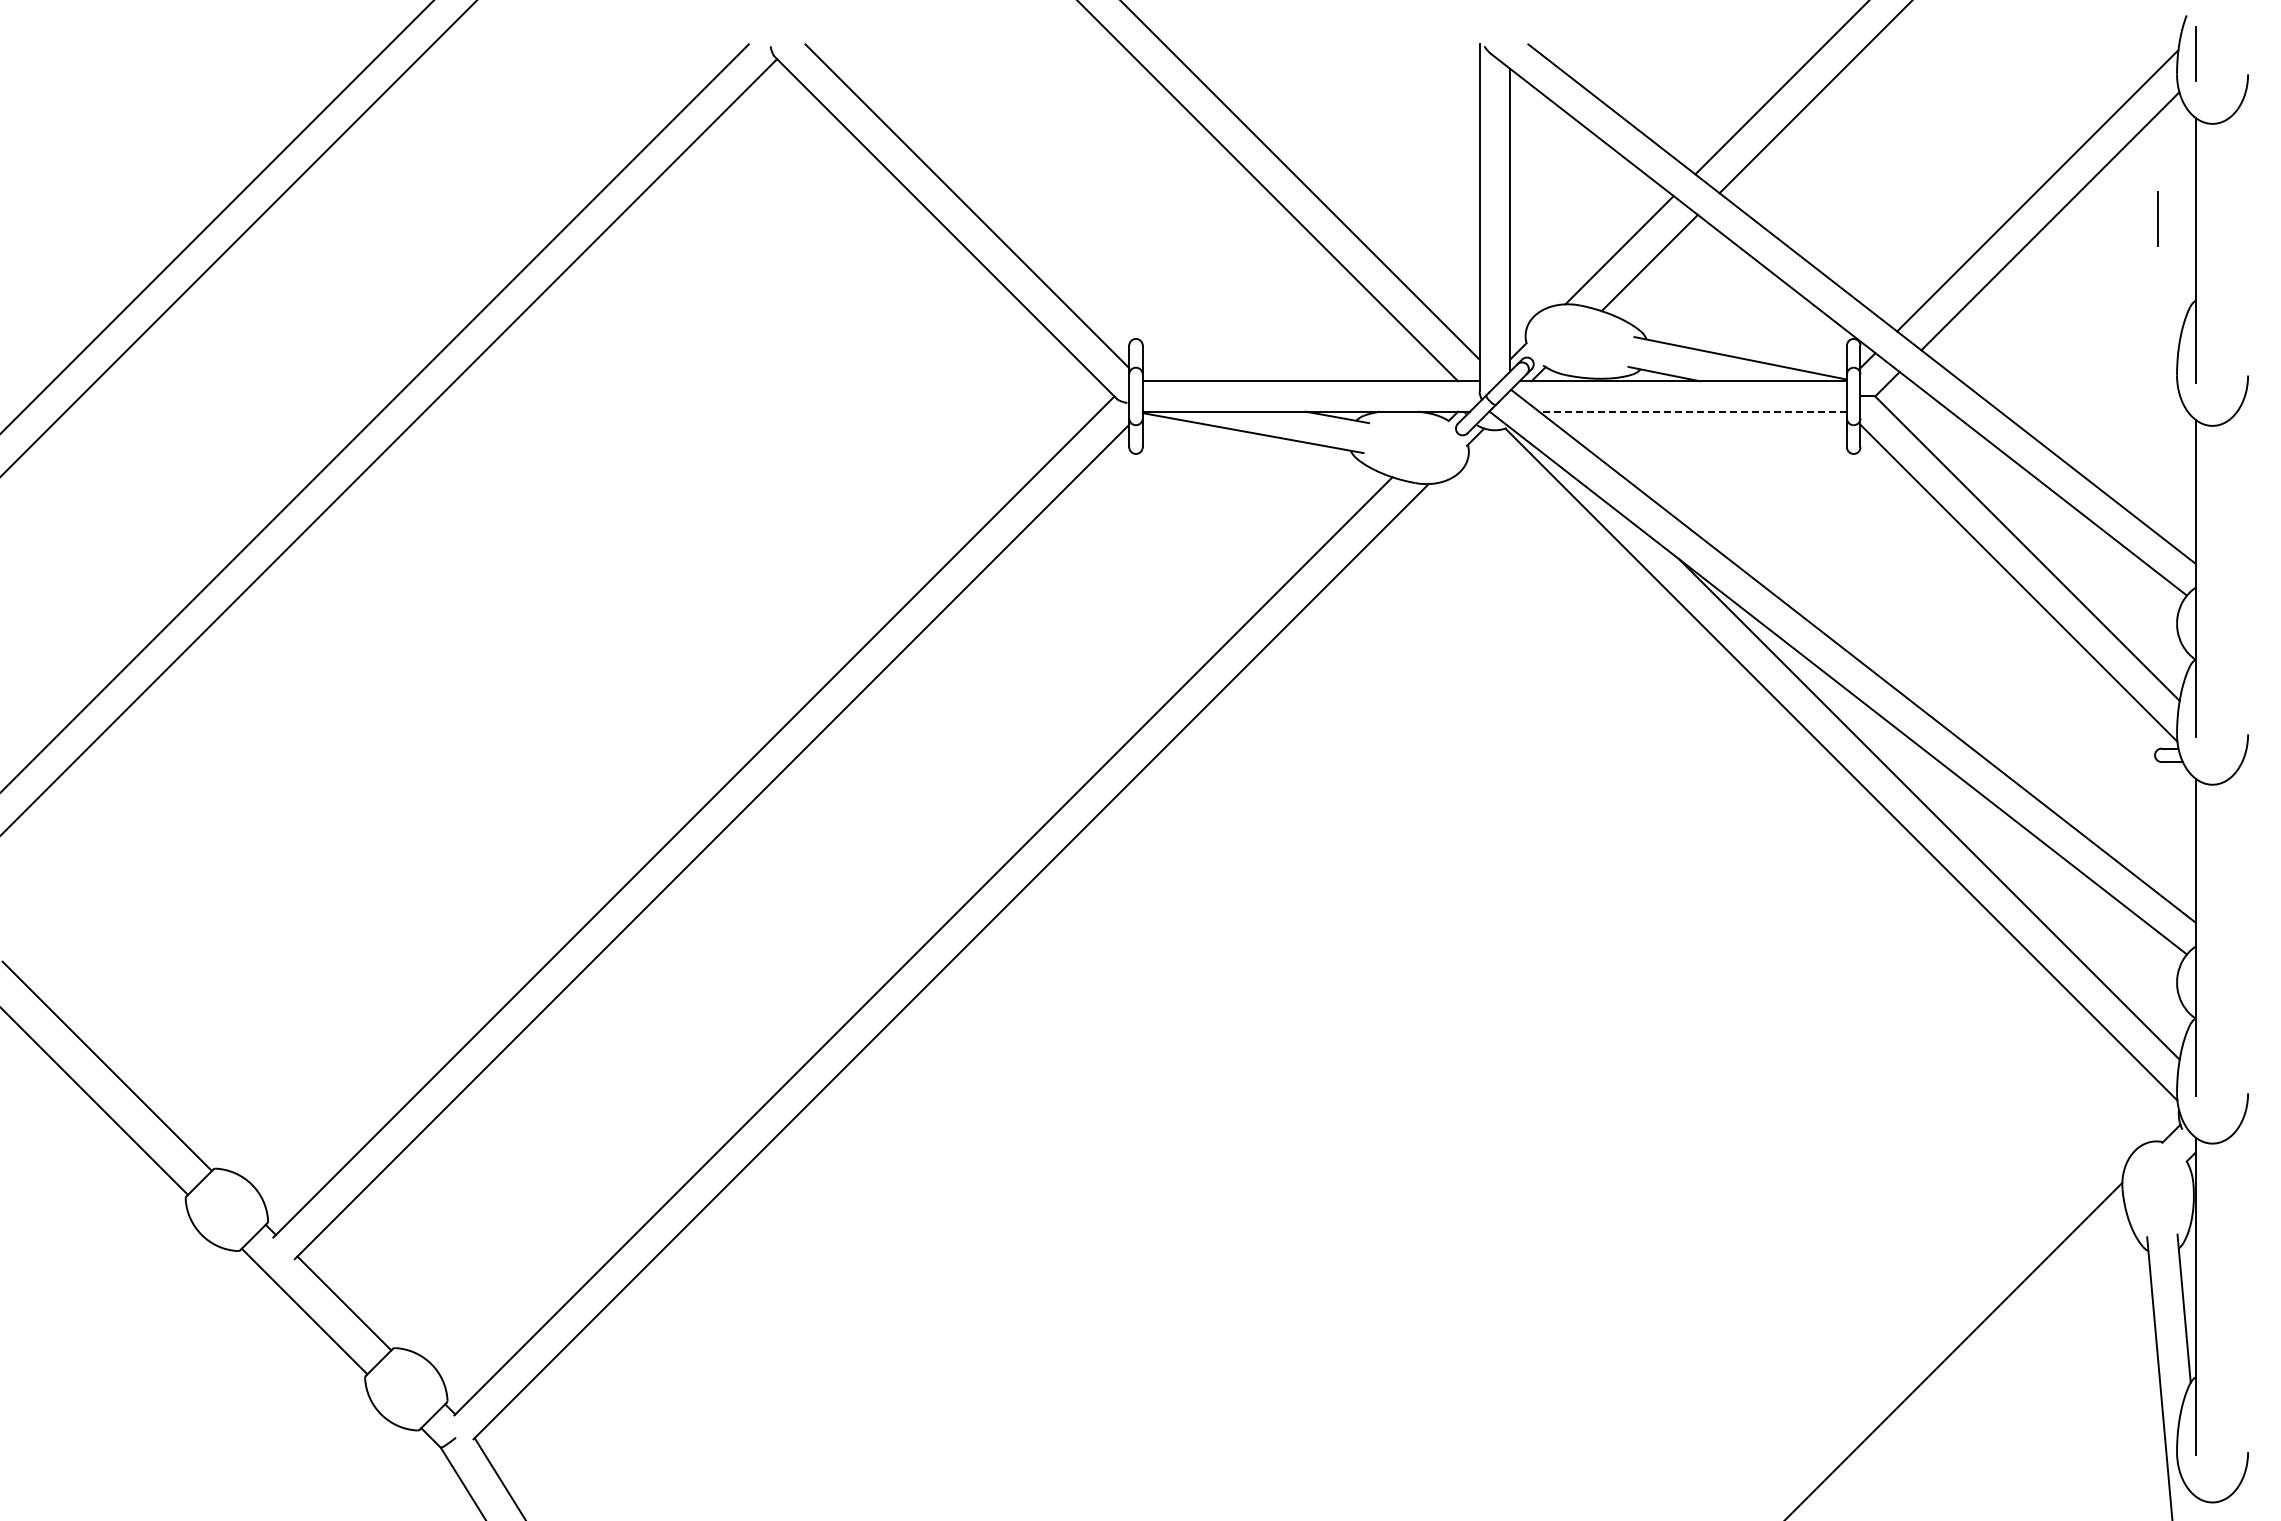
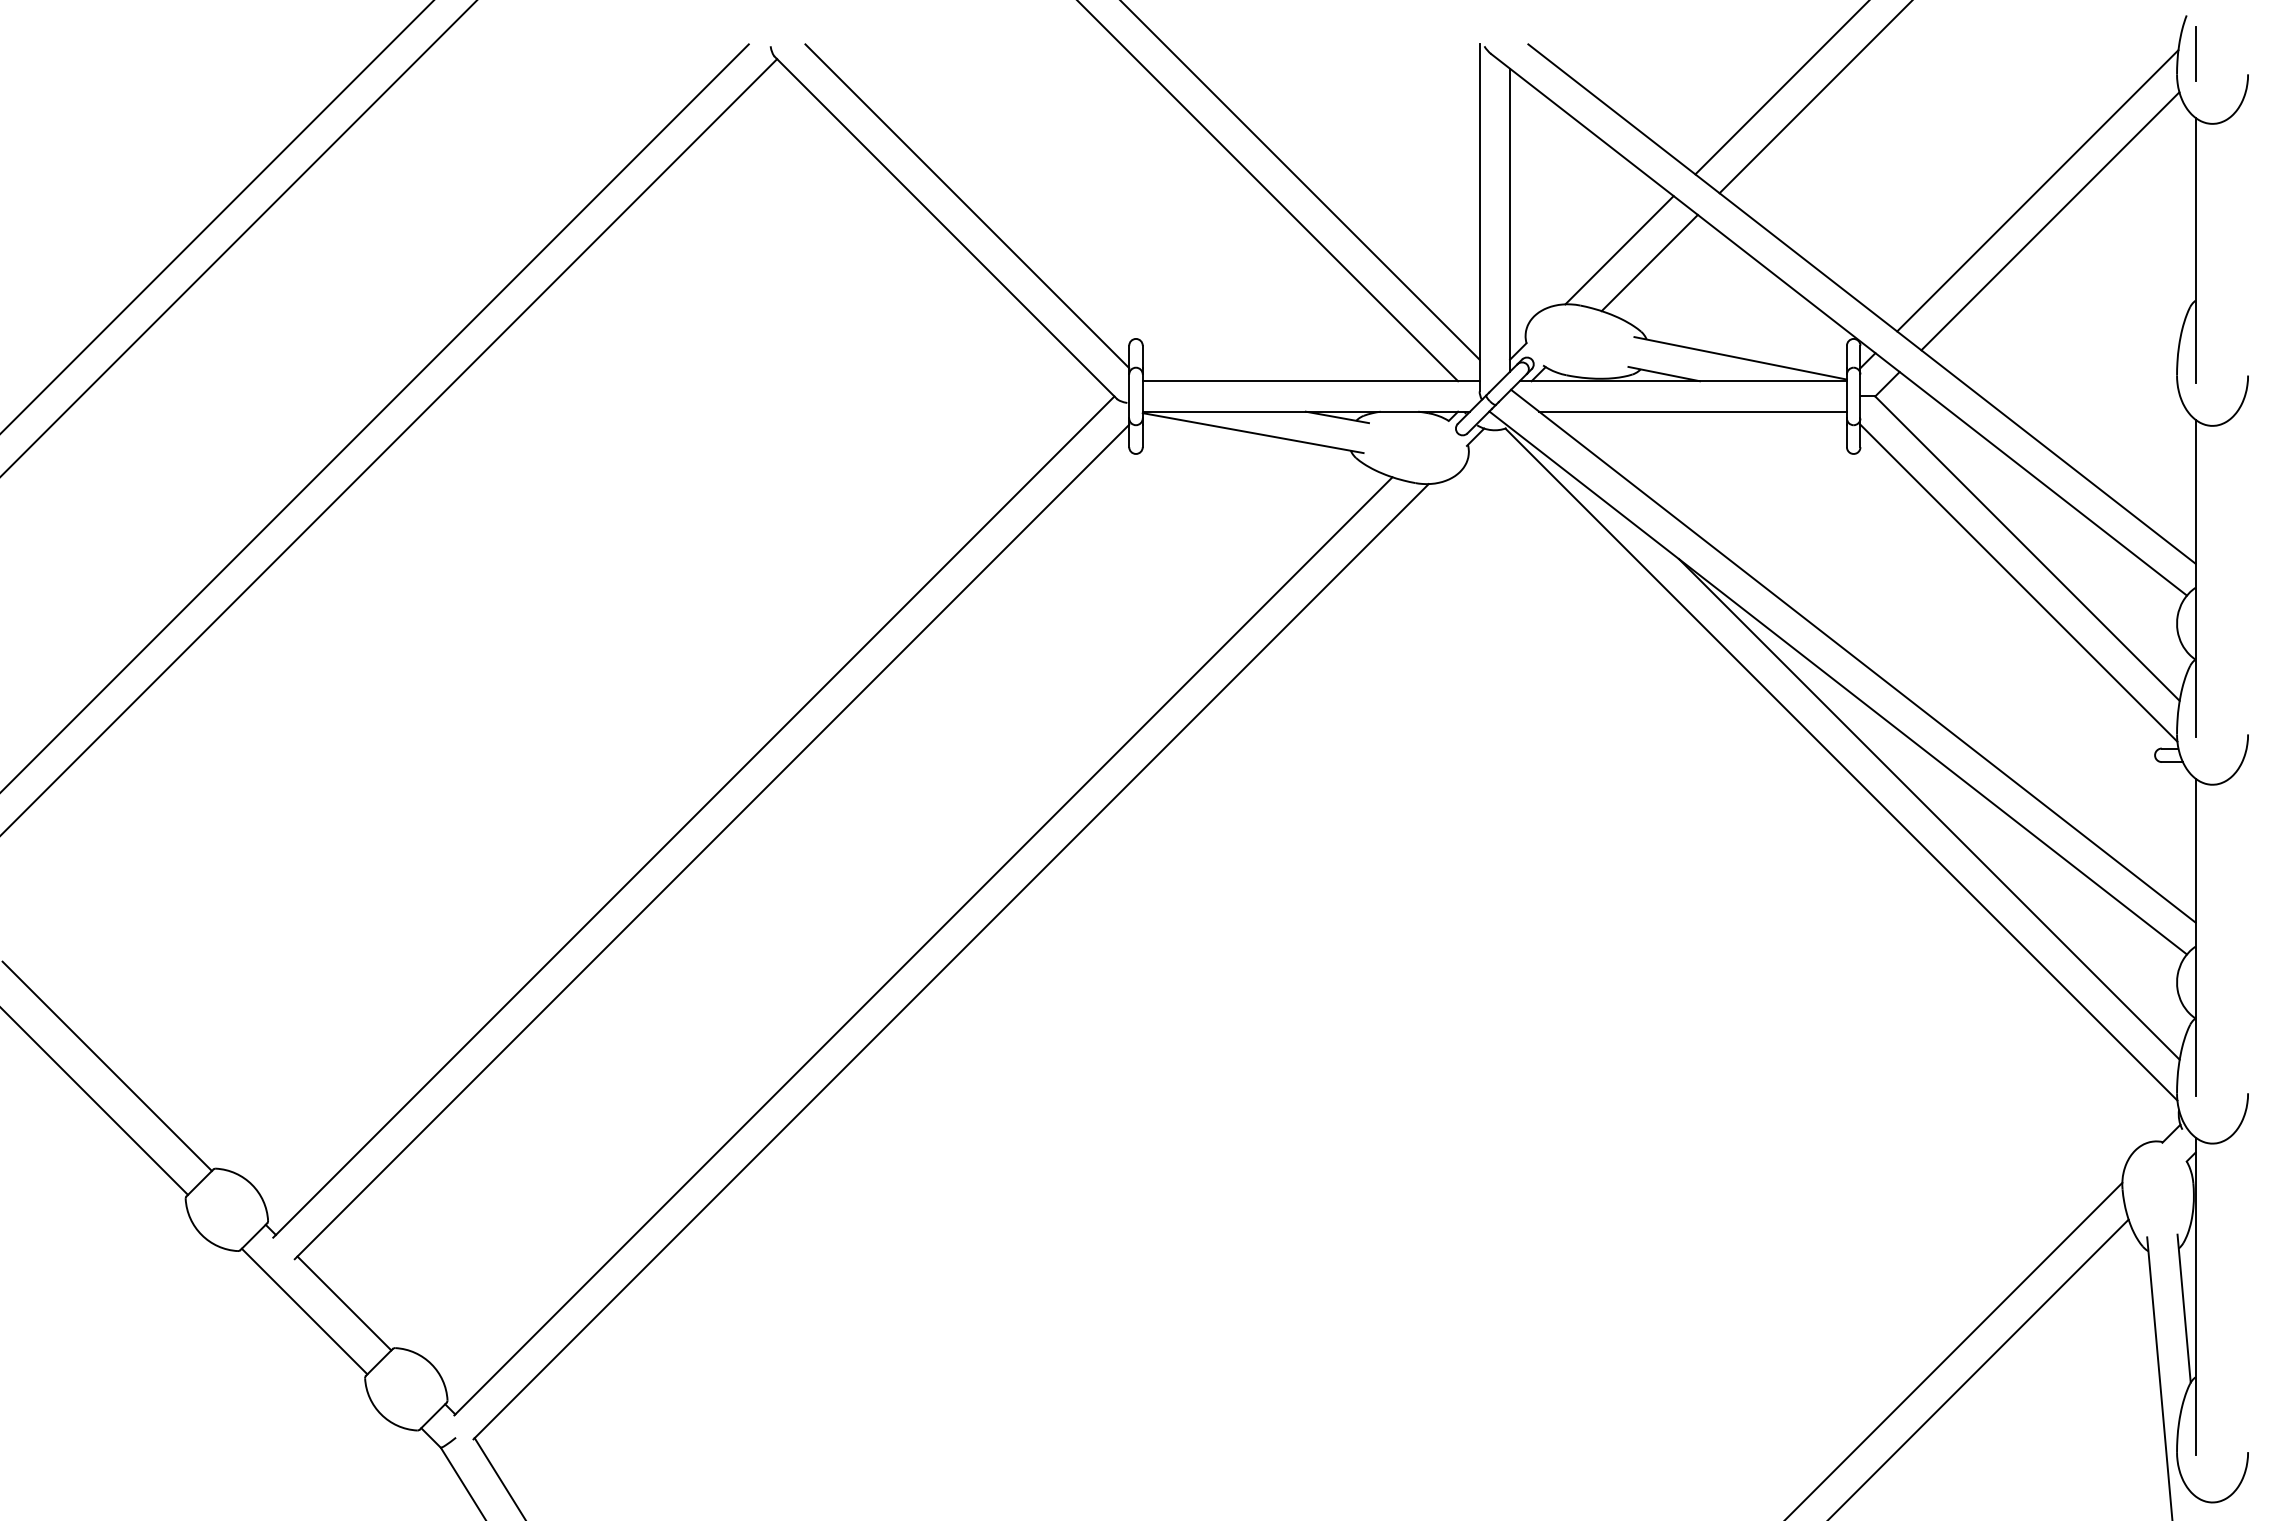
line at (2157, 218): present -> none
line at (1693, 411): dashed -> solid
line at (1979, 1368): none -> present
